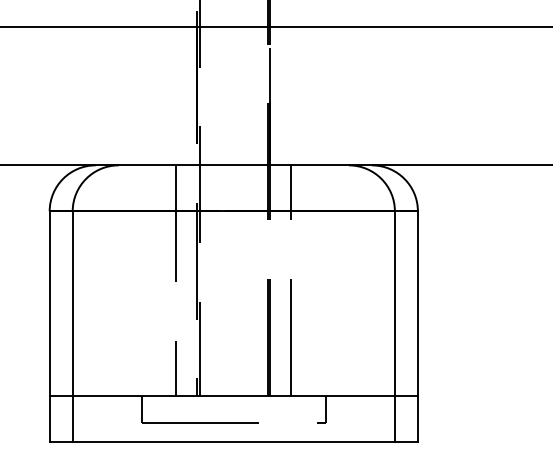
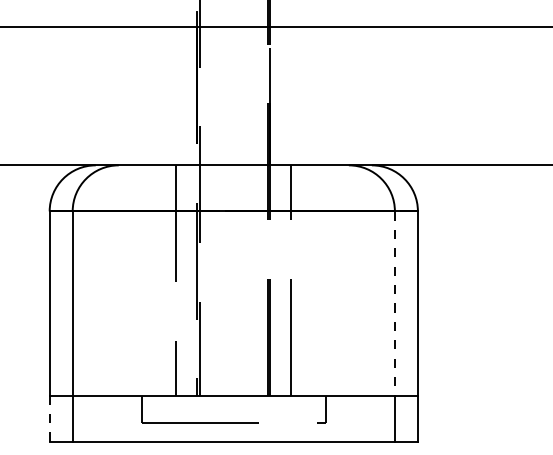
line at (394, 303): solid -> dashed
line at (49, 419): solid -> dashed
